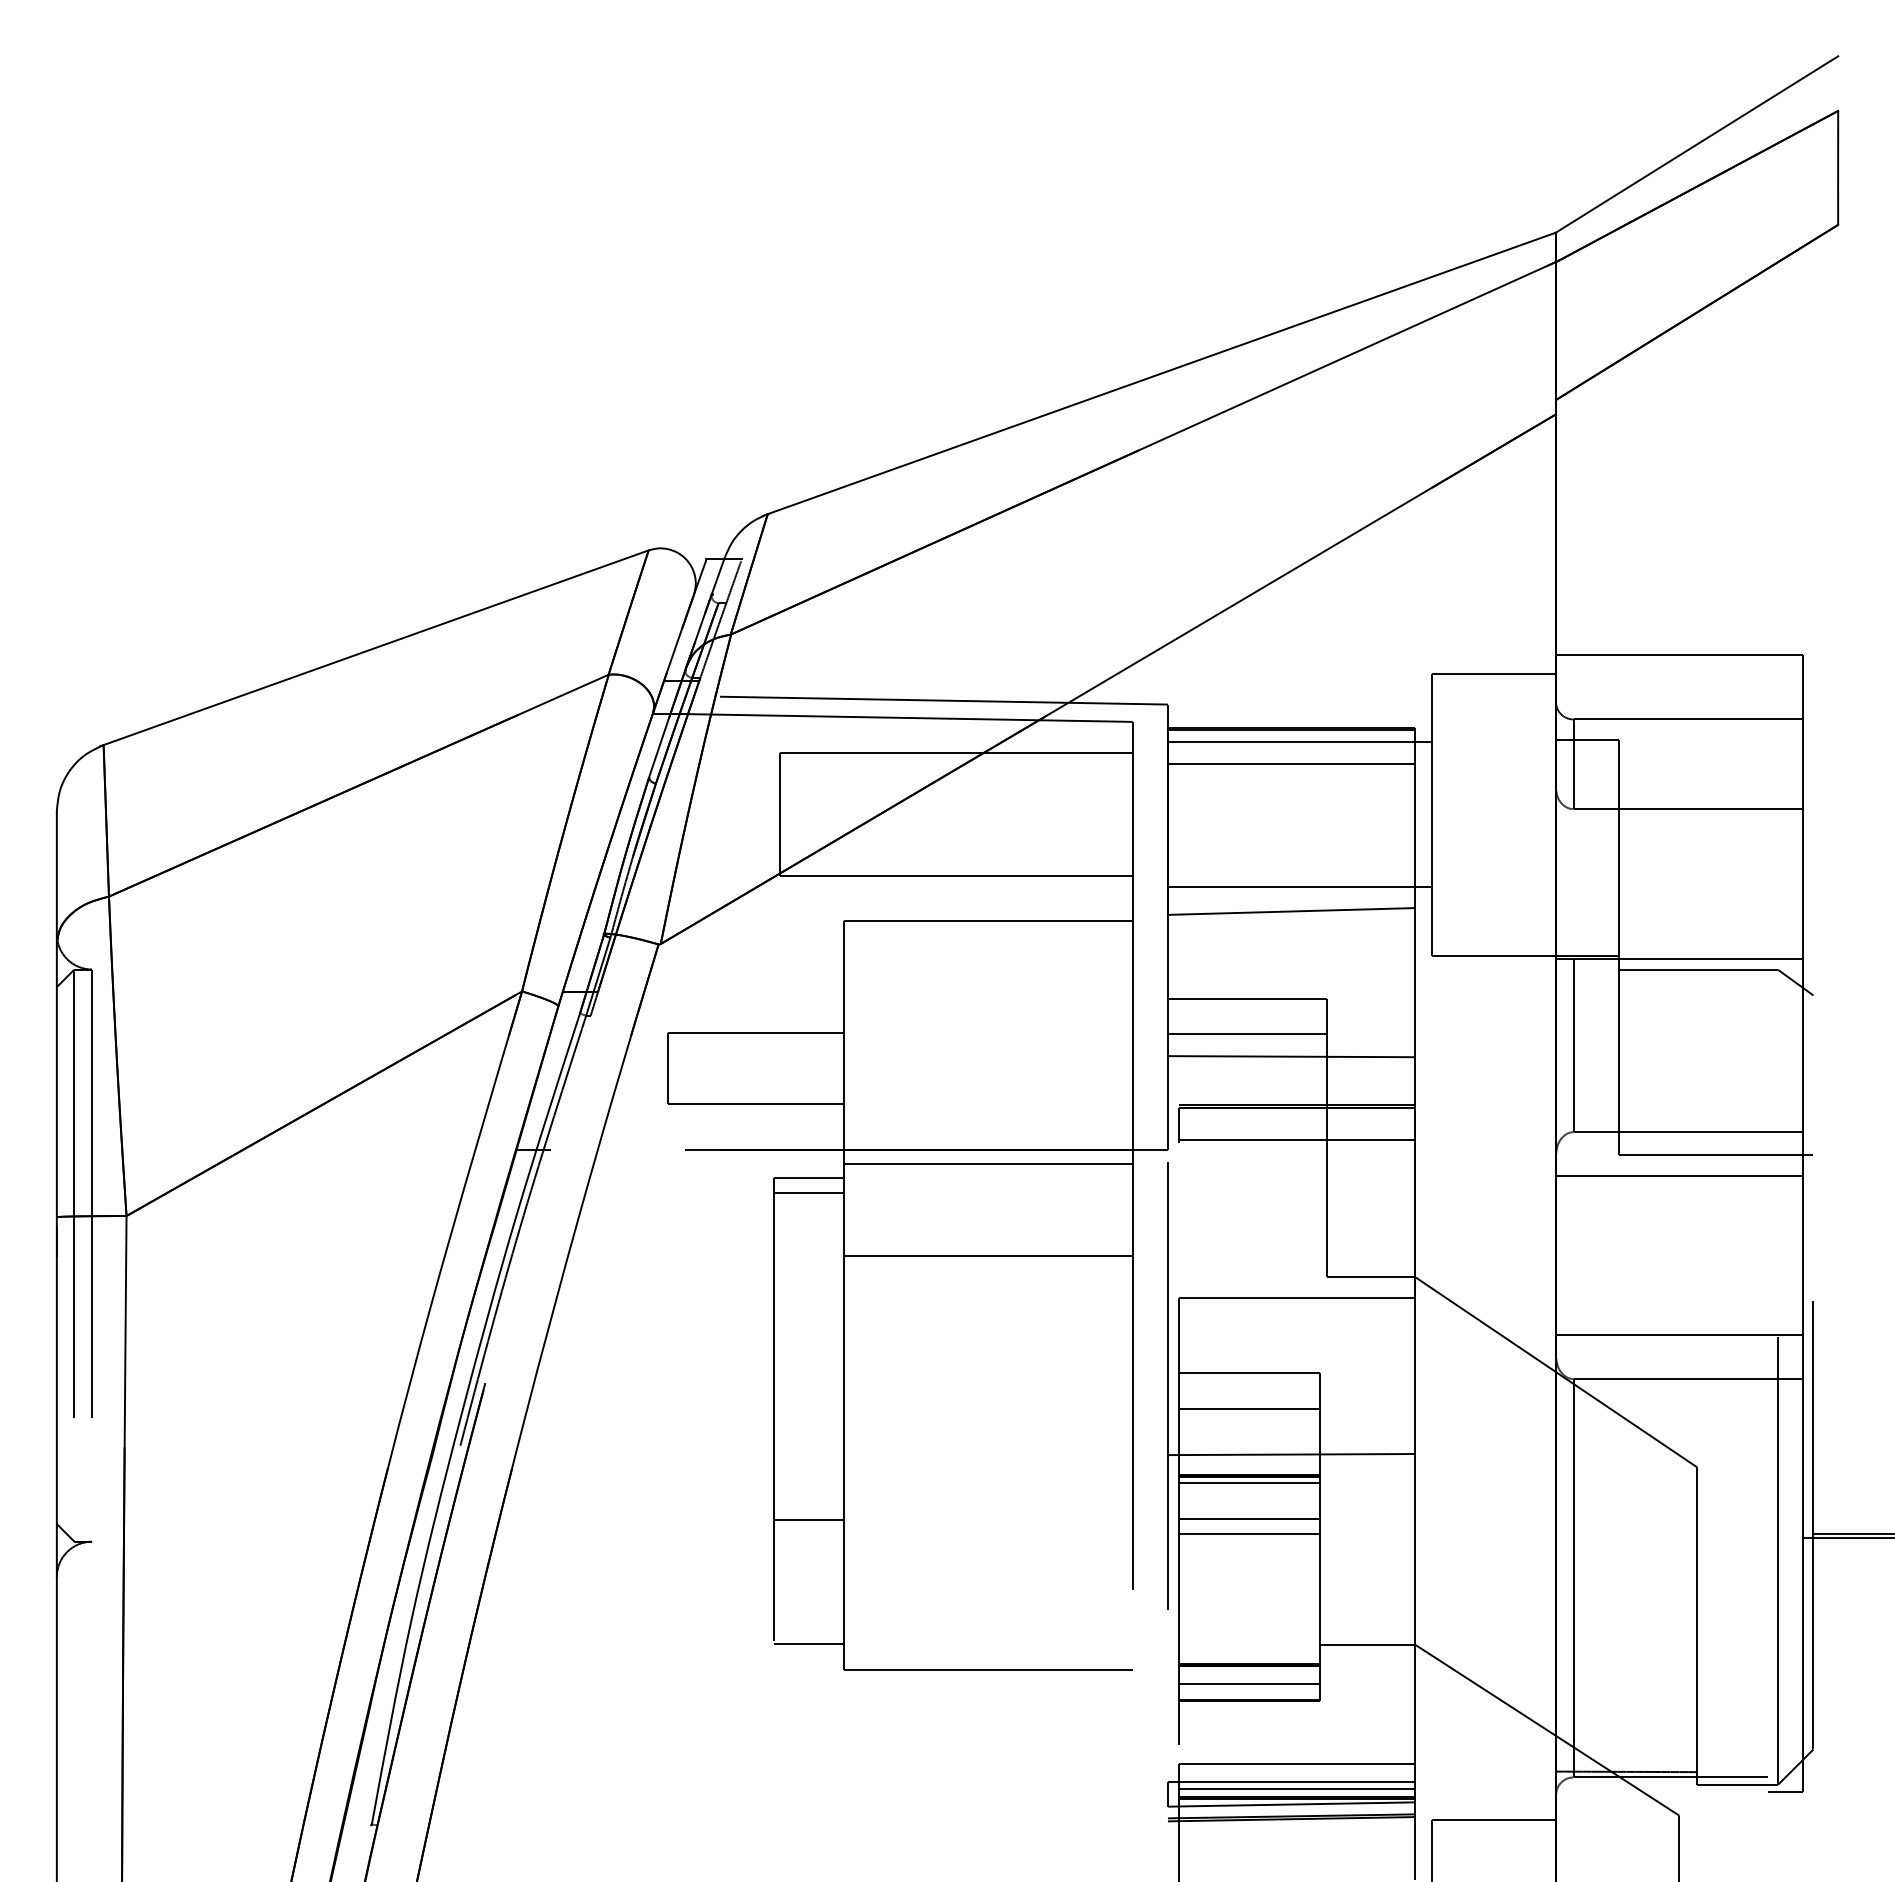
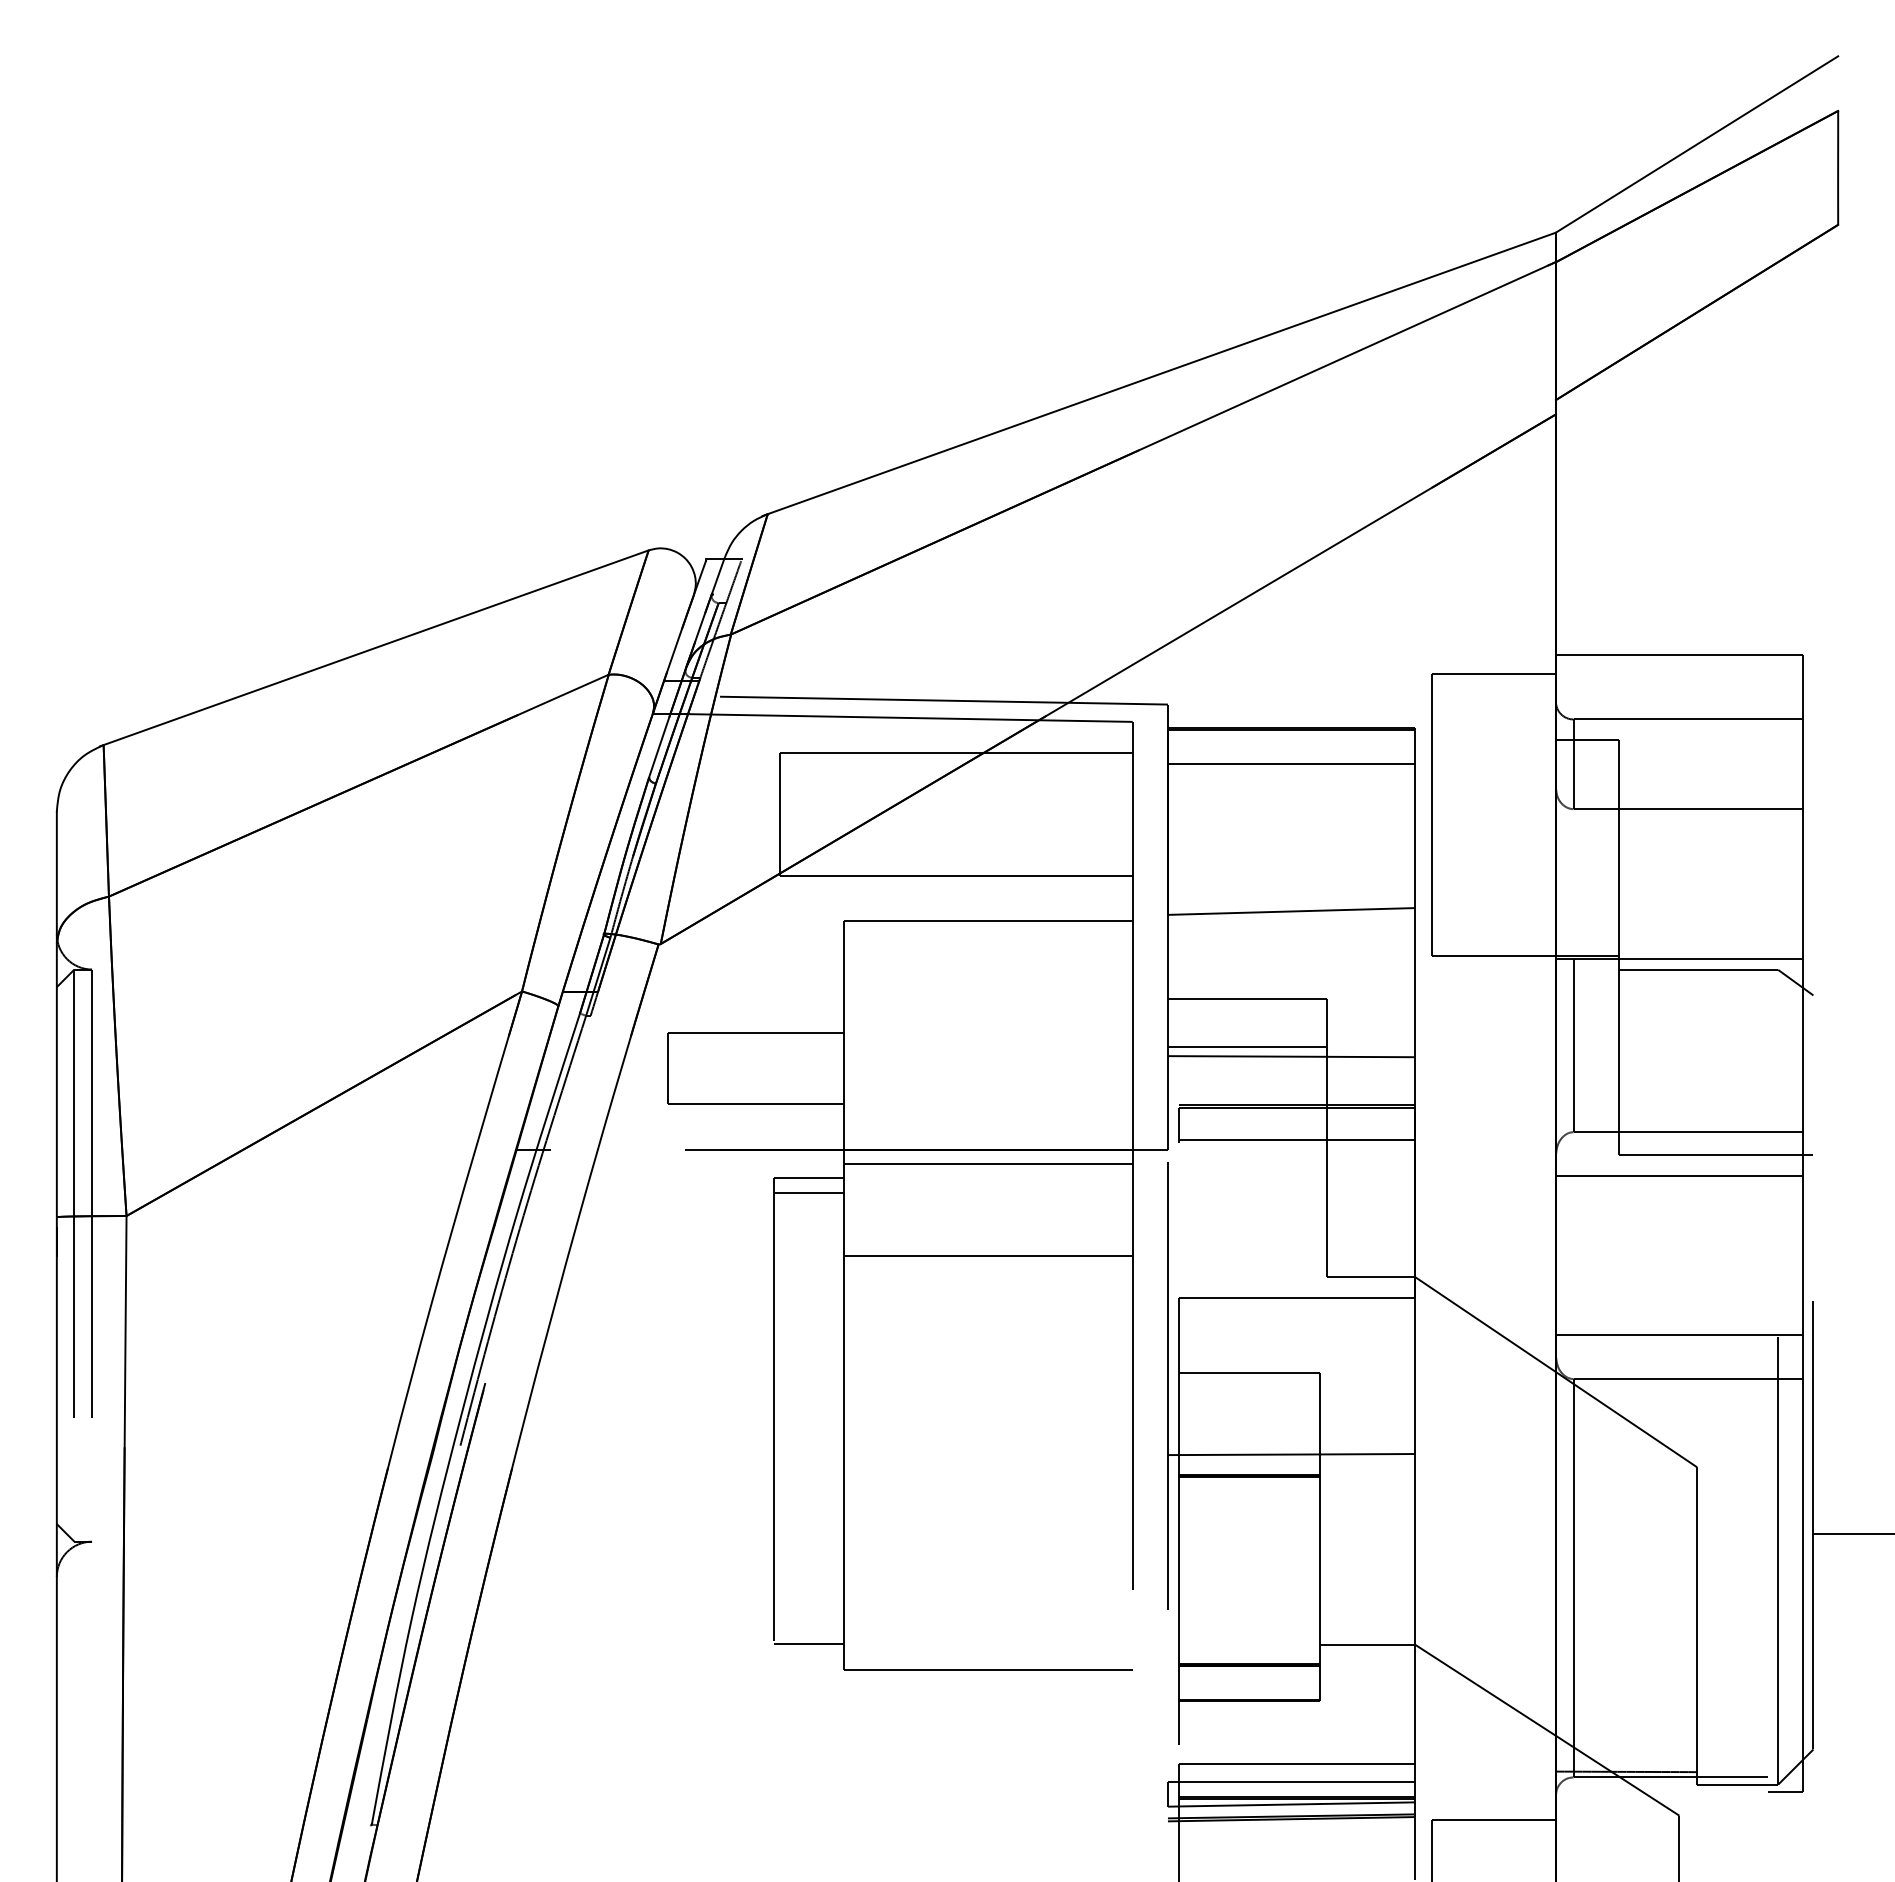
line at (1299, 742): present -> none
line at (1299, 887): present -> none
line at (1246, 1033) position: (1246, 1033) -> (1246, 1046)
line at (1248, 1408): present -> none
line at (1248, 1482): present -> none
line at (1248, 1518): present -> none
line at (808, 1520): present -> none
line at (1248, 1534): present -> none
line at (1846, 1537): present -> none
line at (1248, 1684): present -> none
line at (1296, 1788): present -> none
